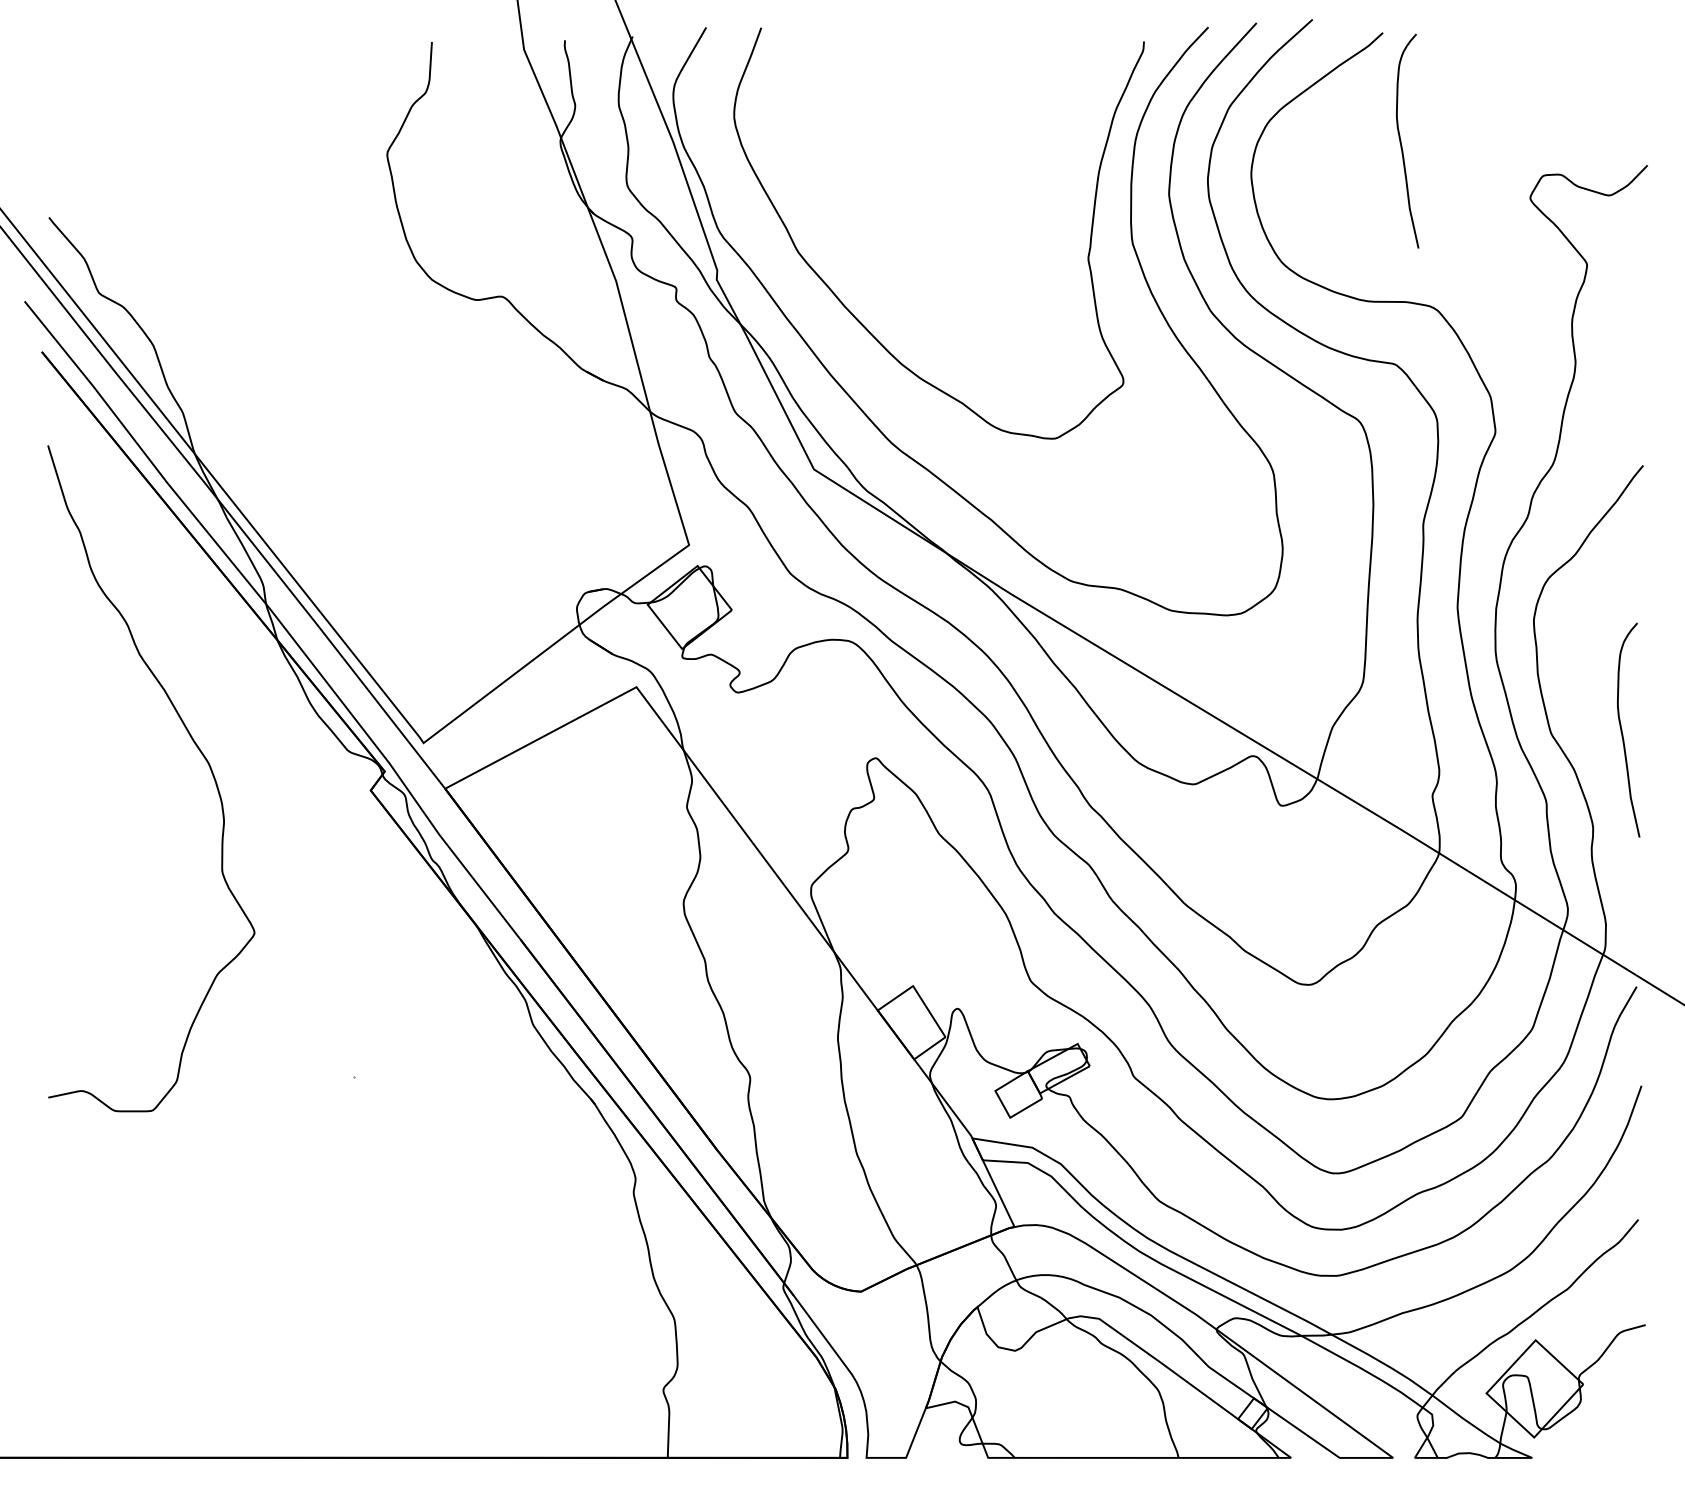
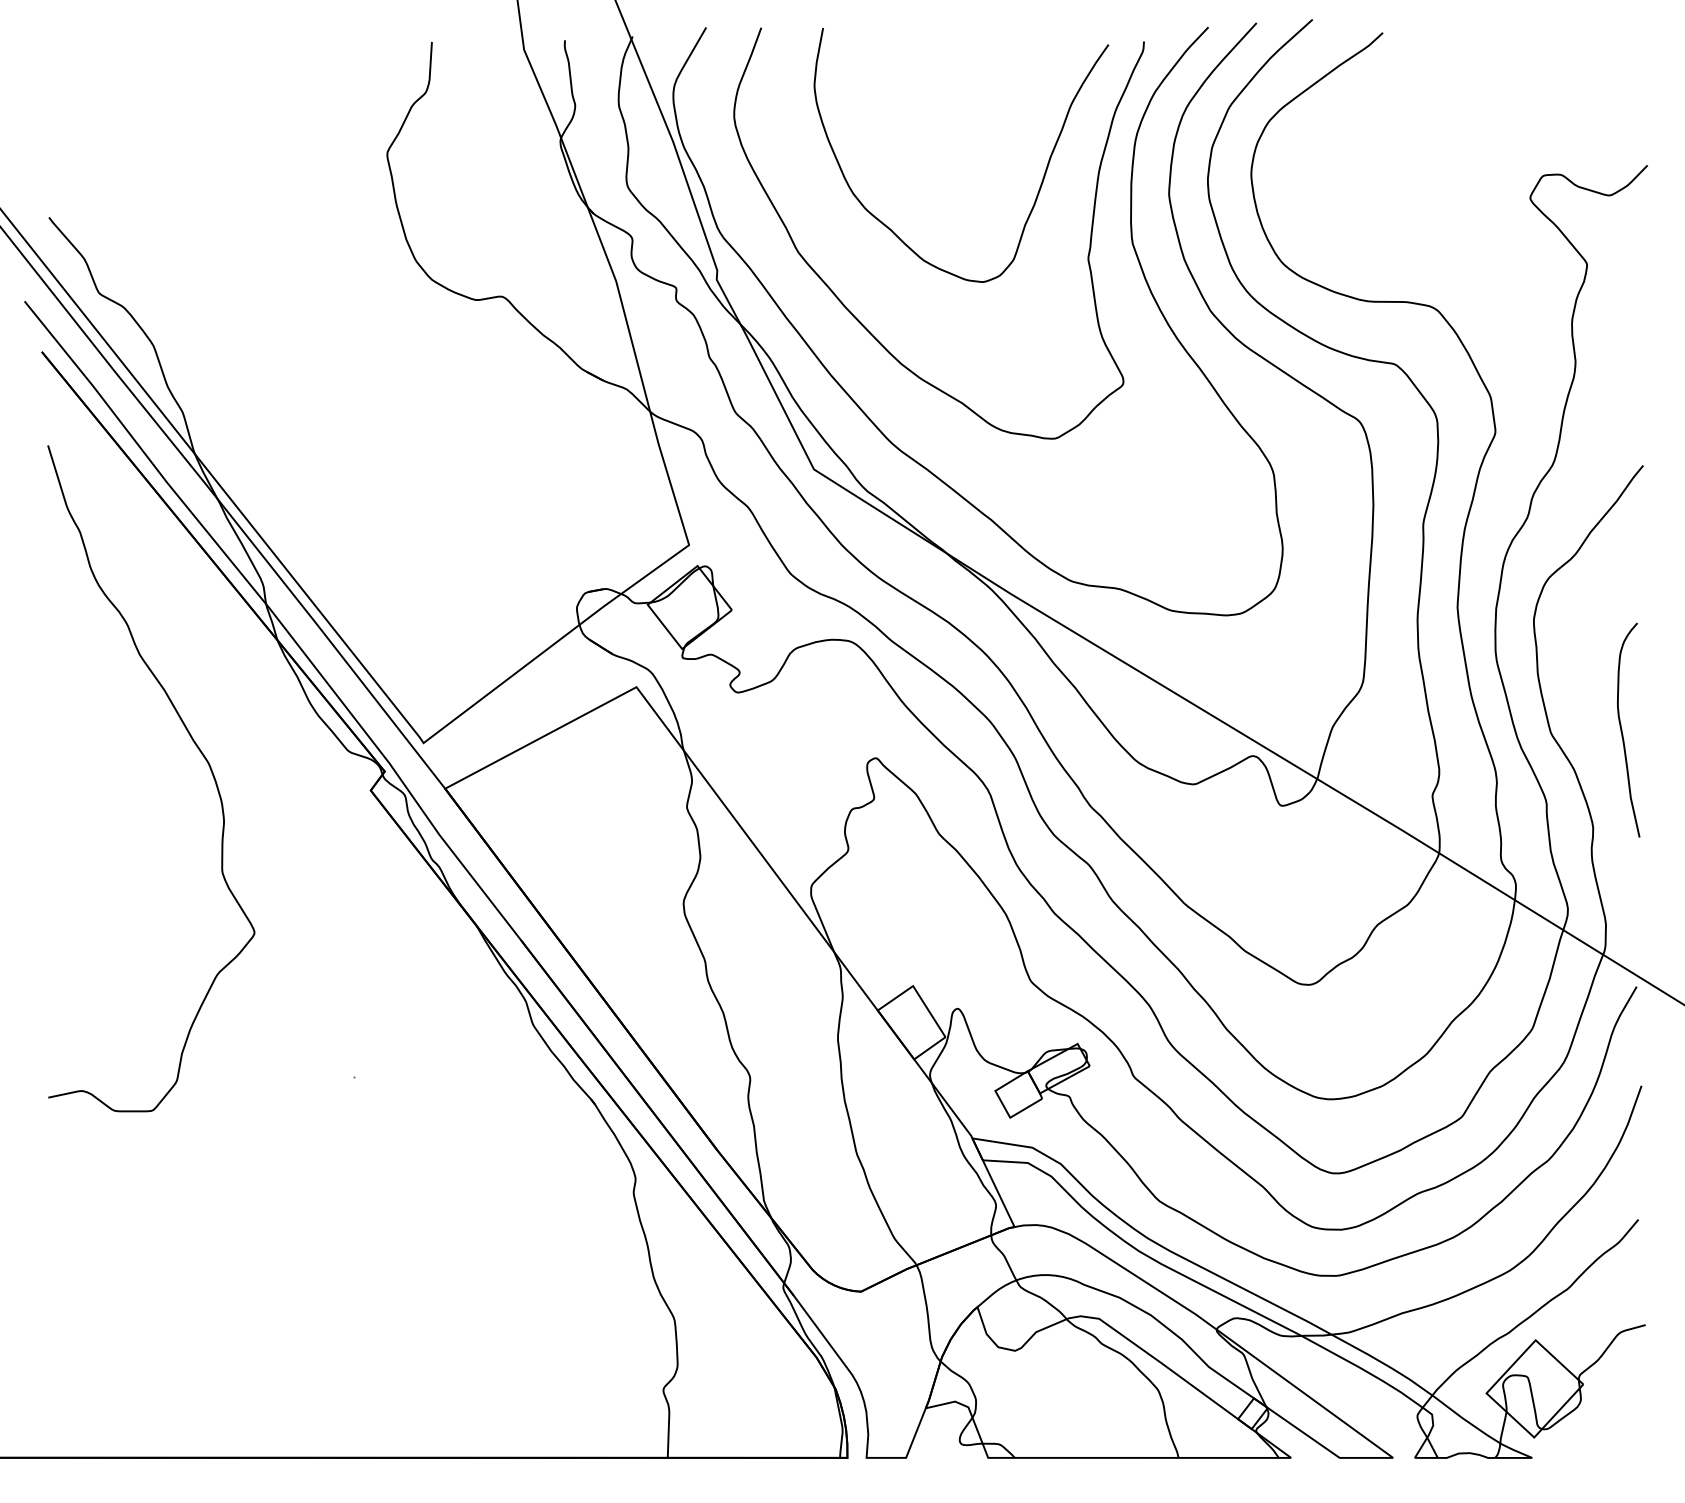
curve at (1401, 140): present -> none
curve at (1041, 181): none -> present
